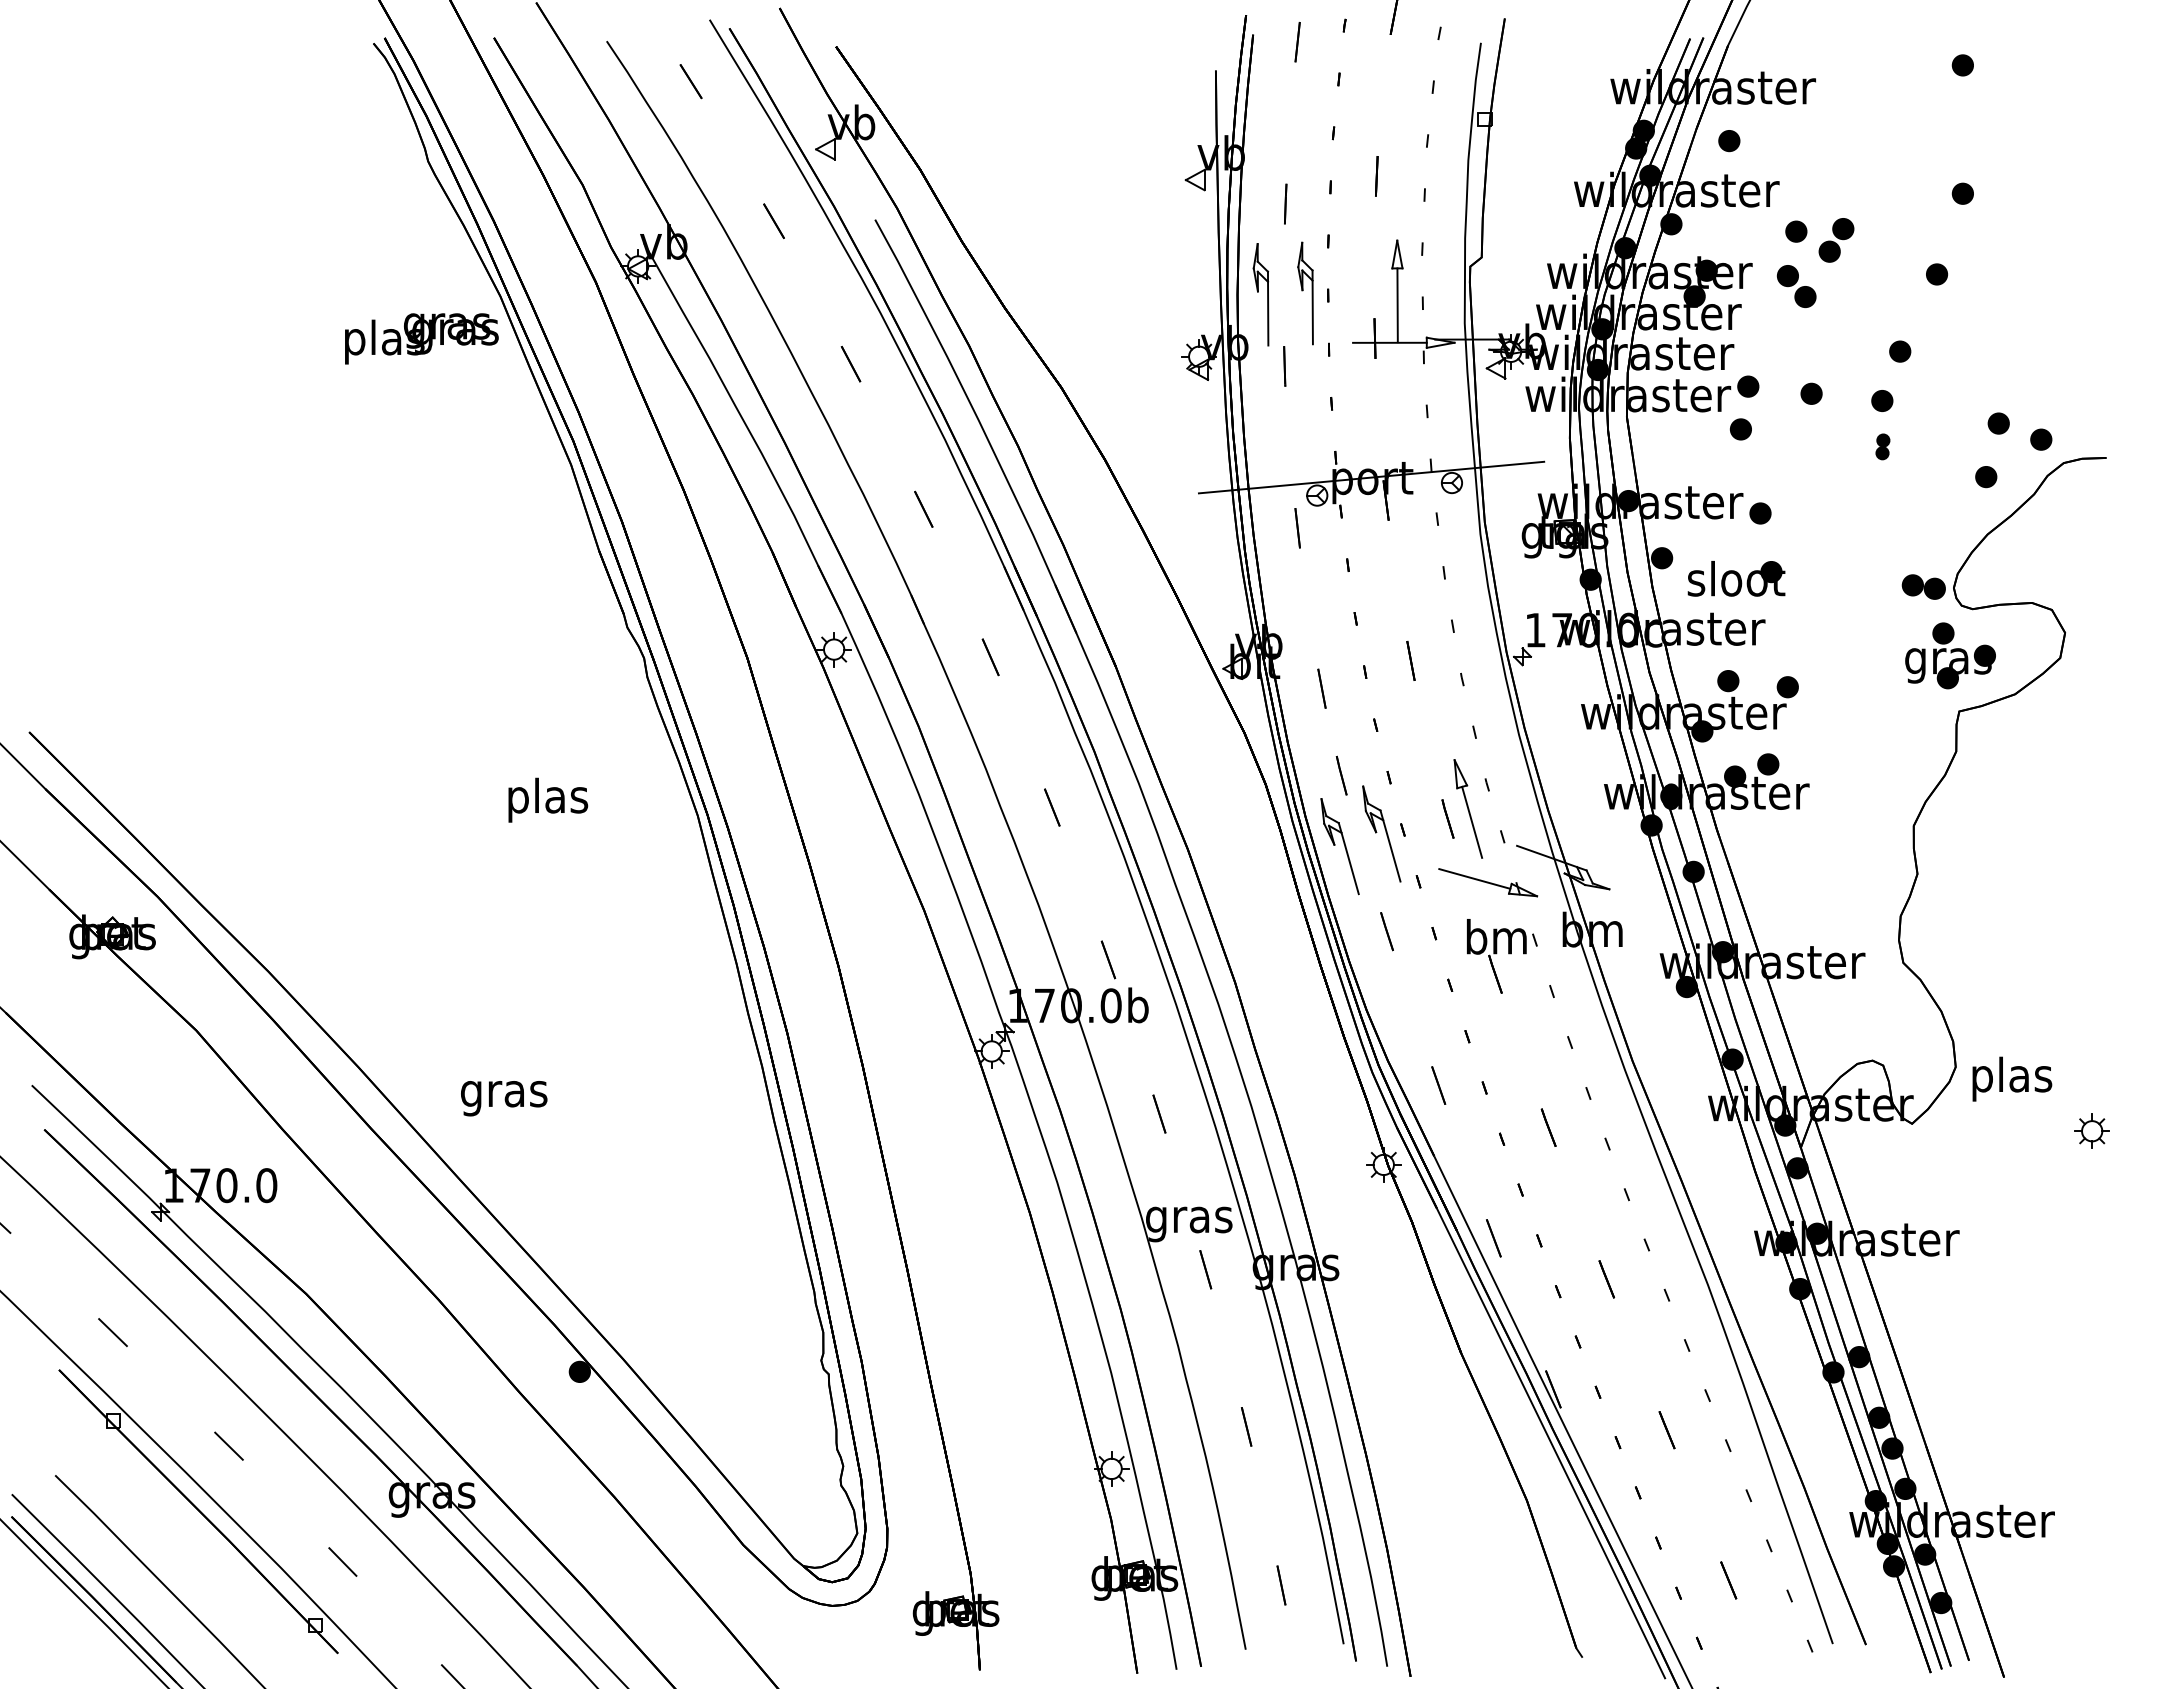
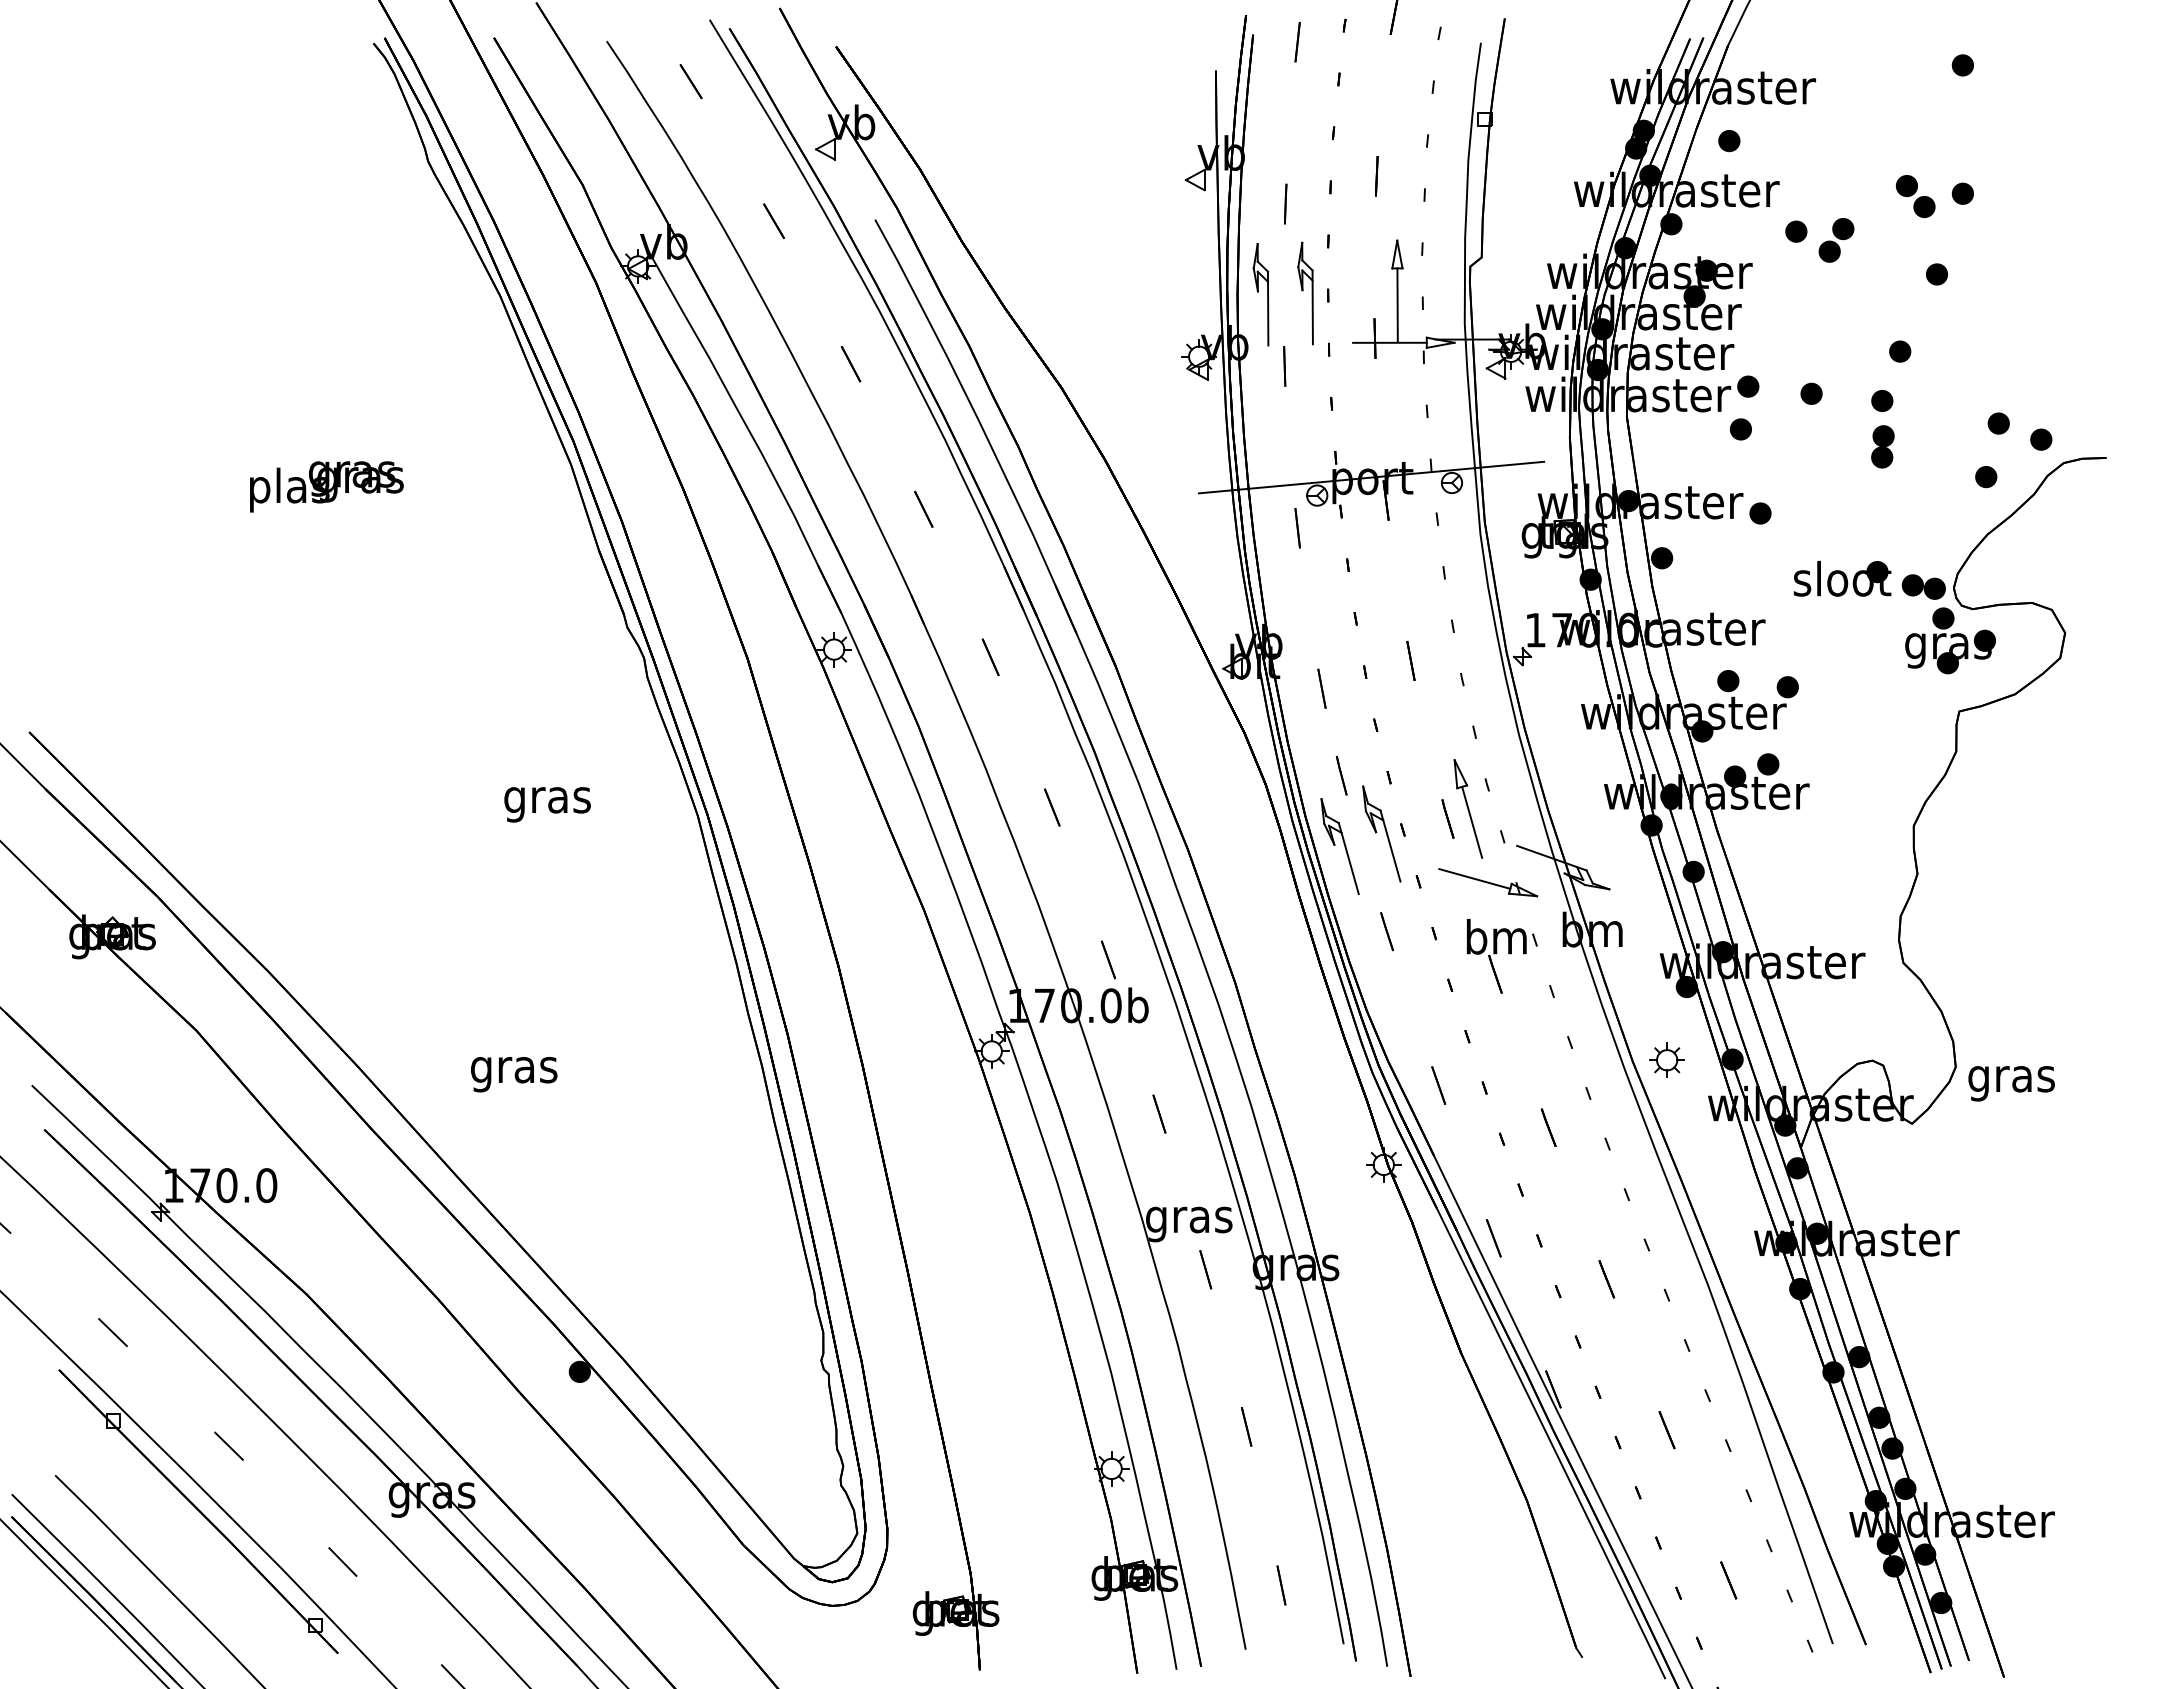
part at (1796, 286) position: (1796, 286) -> (1915, 196)
text at (421, 338) position: (421, 338) -> (326, 486)
part at (1882, 446) size: 16x28 px -> 24x44 px
part at (1736, 578) position: (1736, 578) -> (1842, 578)
part at (1950, 655) position: (1950, 655) -> (1950, 640)
text at (547, 799): plas -> gras
text at (2011, 1078): plas -> gras
text at (504, 1098) position: (504, 1098) -> (514, 1074)
part at (2091, 1130) position: (2091, 1130) -> (1666, 1059)
